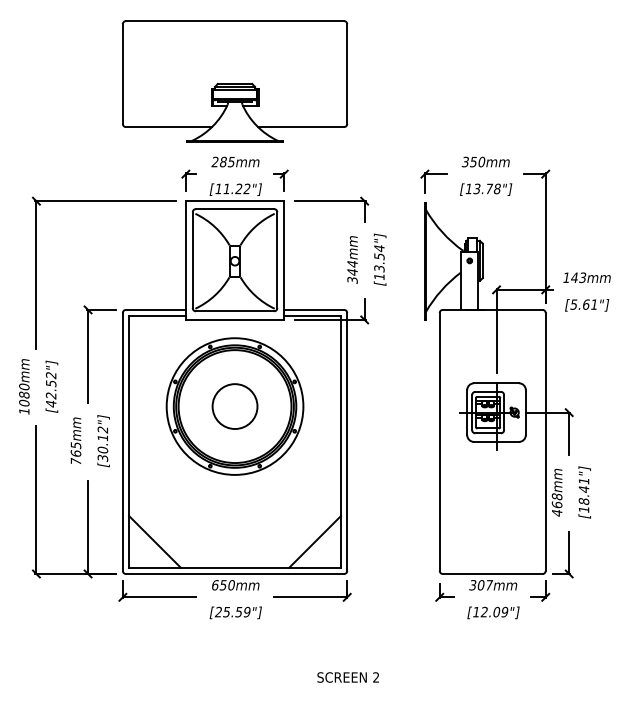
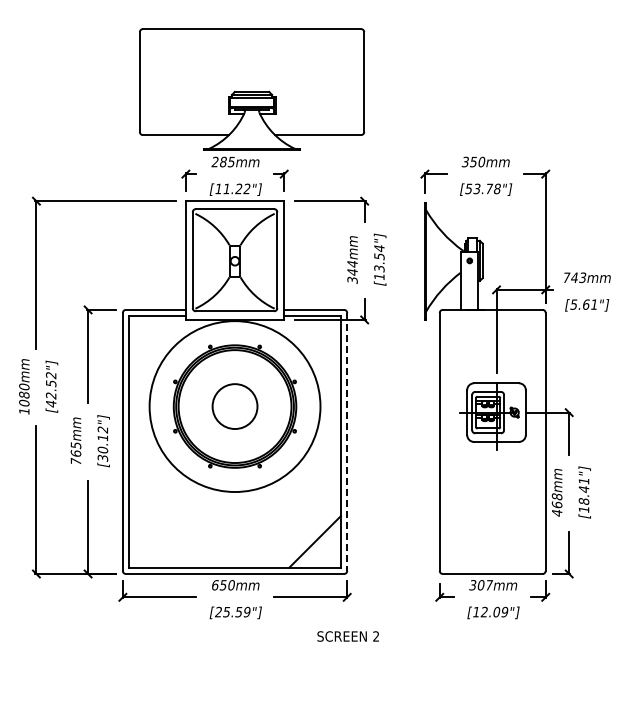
part at (235, 81) position: (235, 81) -> (252, 89)
text at (468, 188): [13.78"] -> [53.78"]
text at (566, 277): 143mm -> 743mm
circle at (234, 406) diameter: 137 px -> 171 px
line at (347, 441): solid -> dashed
line at (154, 541): present -> none
text at (347, 677) position: (347, 677) -> (347, 636)
